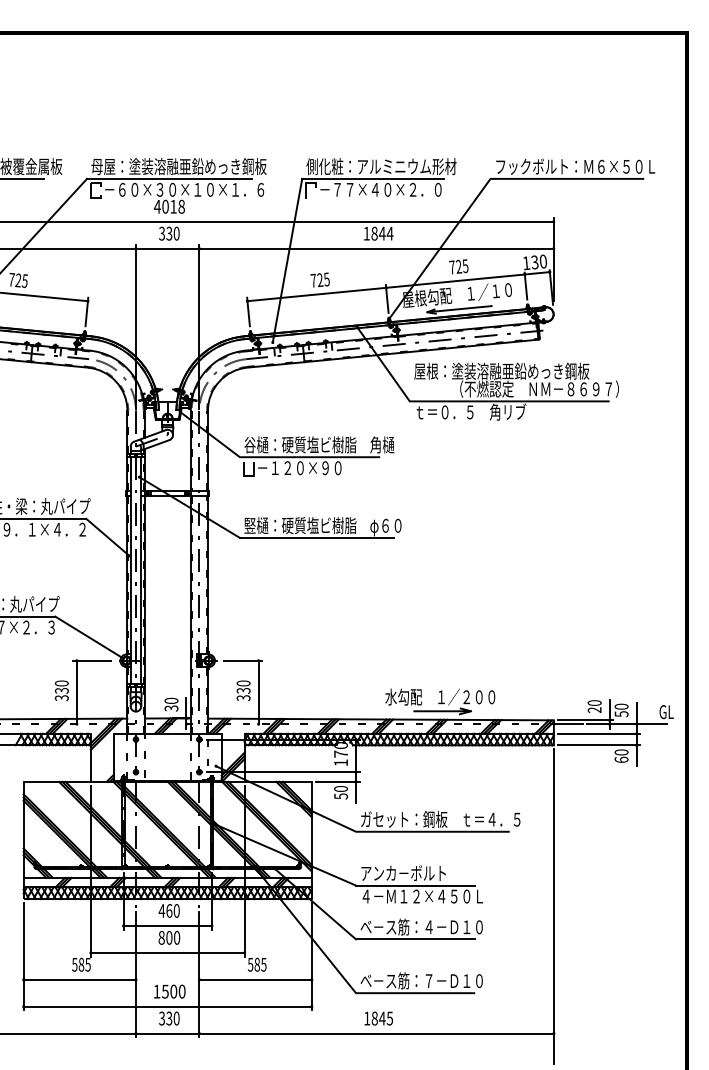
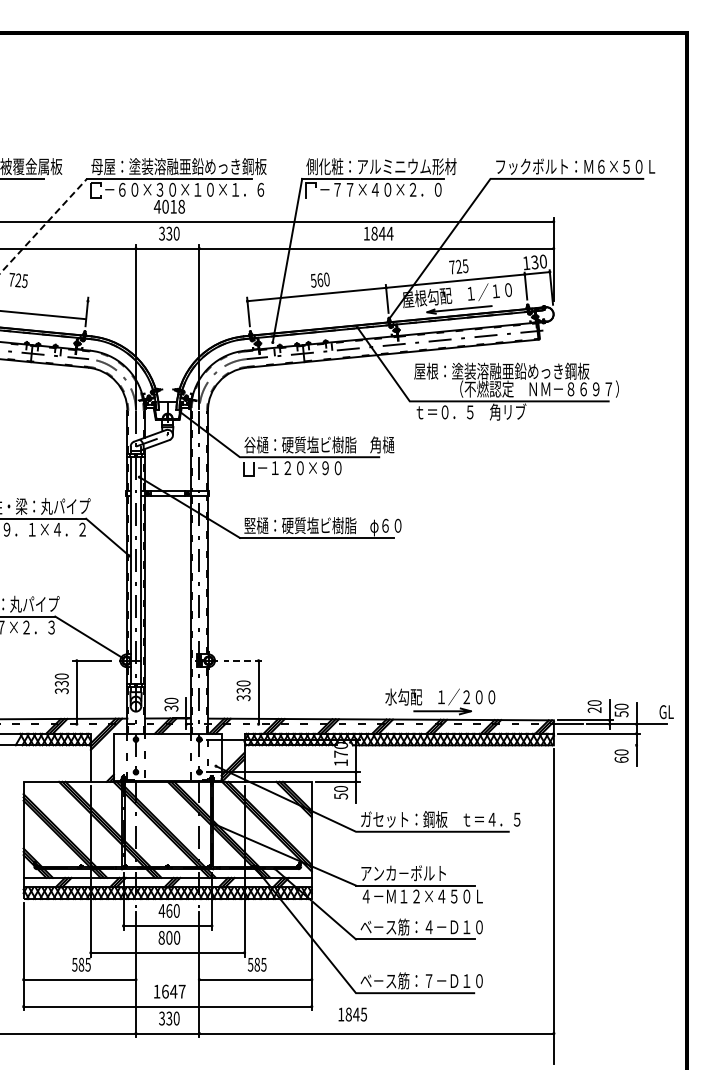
line at (43, 225): solid -> dashed
text at (319, 279): 725 -> 560
line at (44, 296) position: (44, 296) -> (43, 315)
line at (242, 660): solid -> dashed
text at (61, 690) position: (61, 690) -> (61, 683)
line at (598, 745): present -> none
text at (173, 991): 1500 -> 1647
text at (378, 1018) position: (378, 1018) -> (352, 1014)
